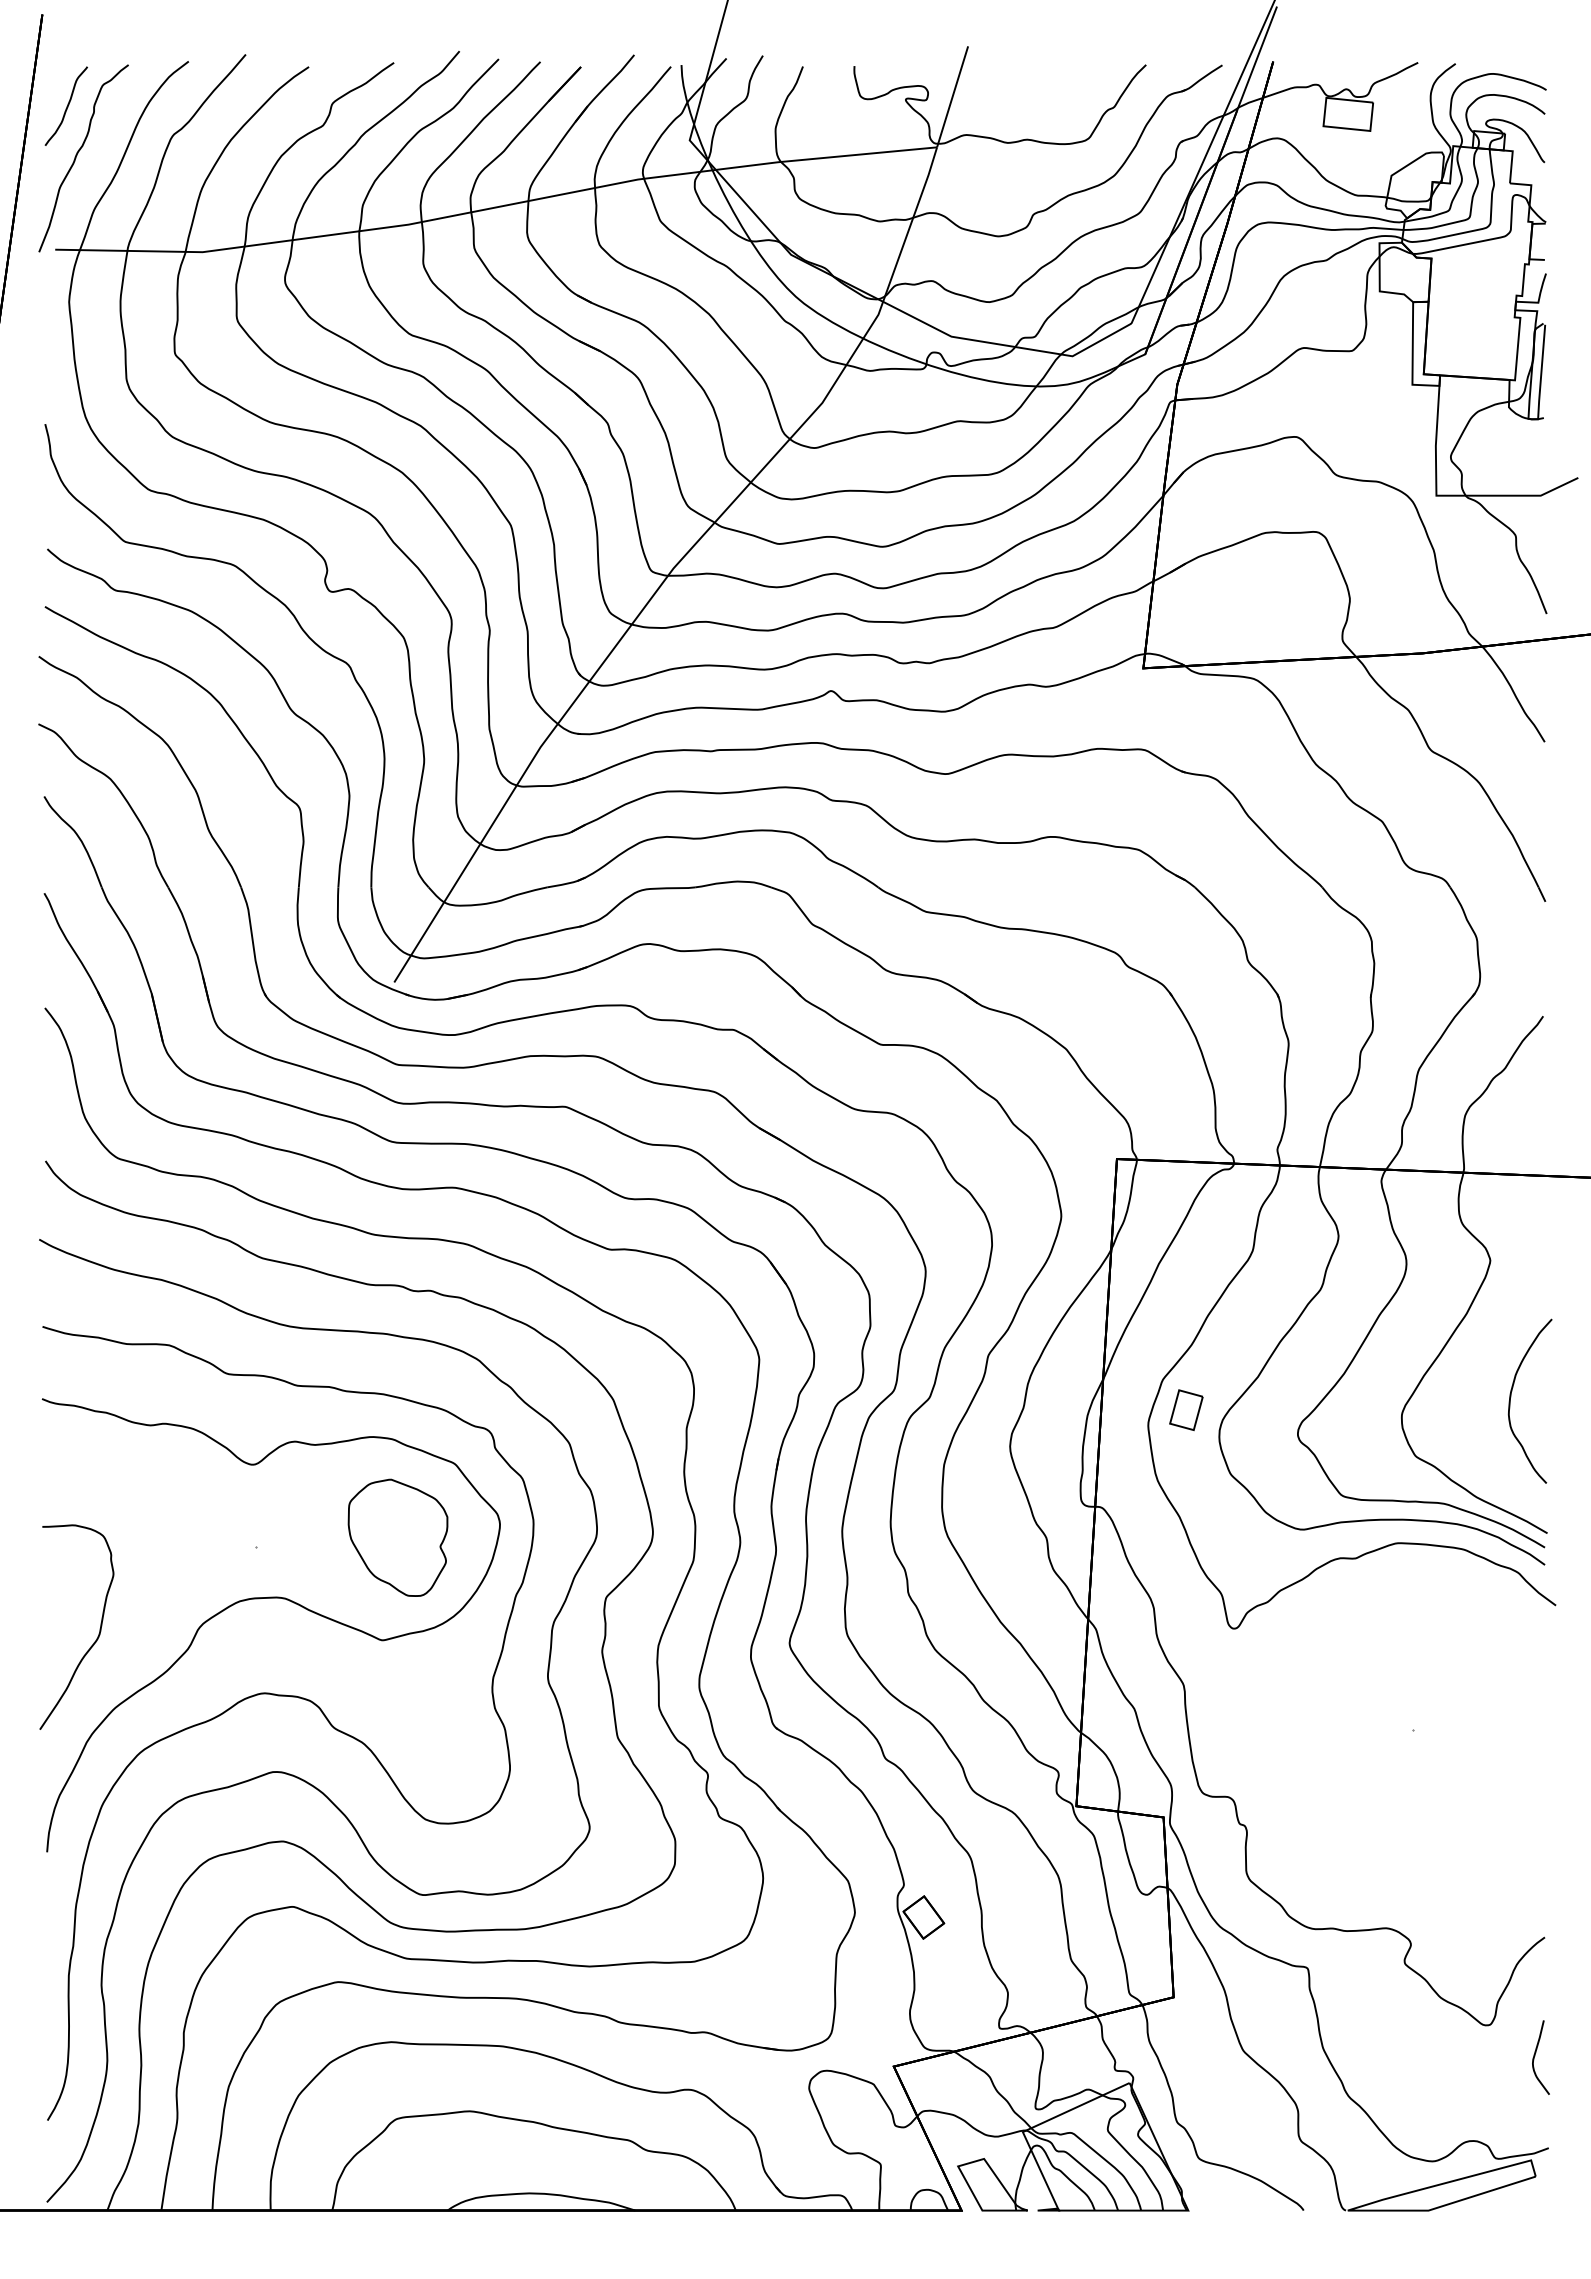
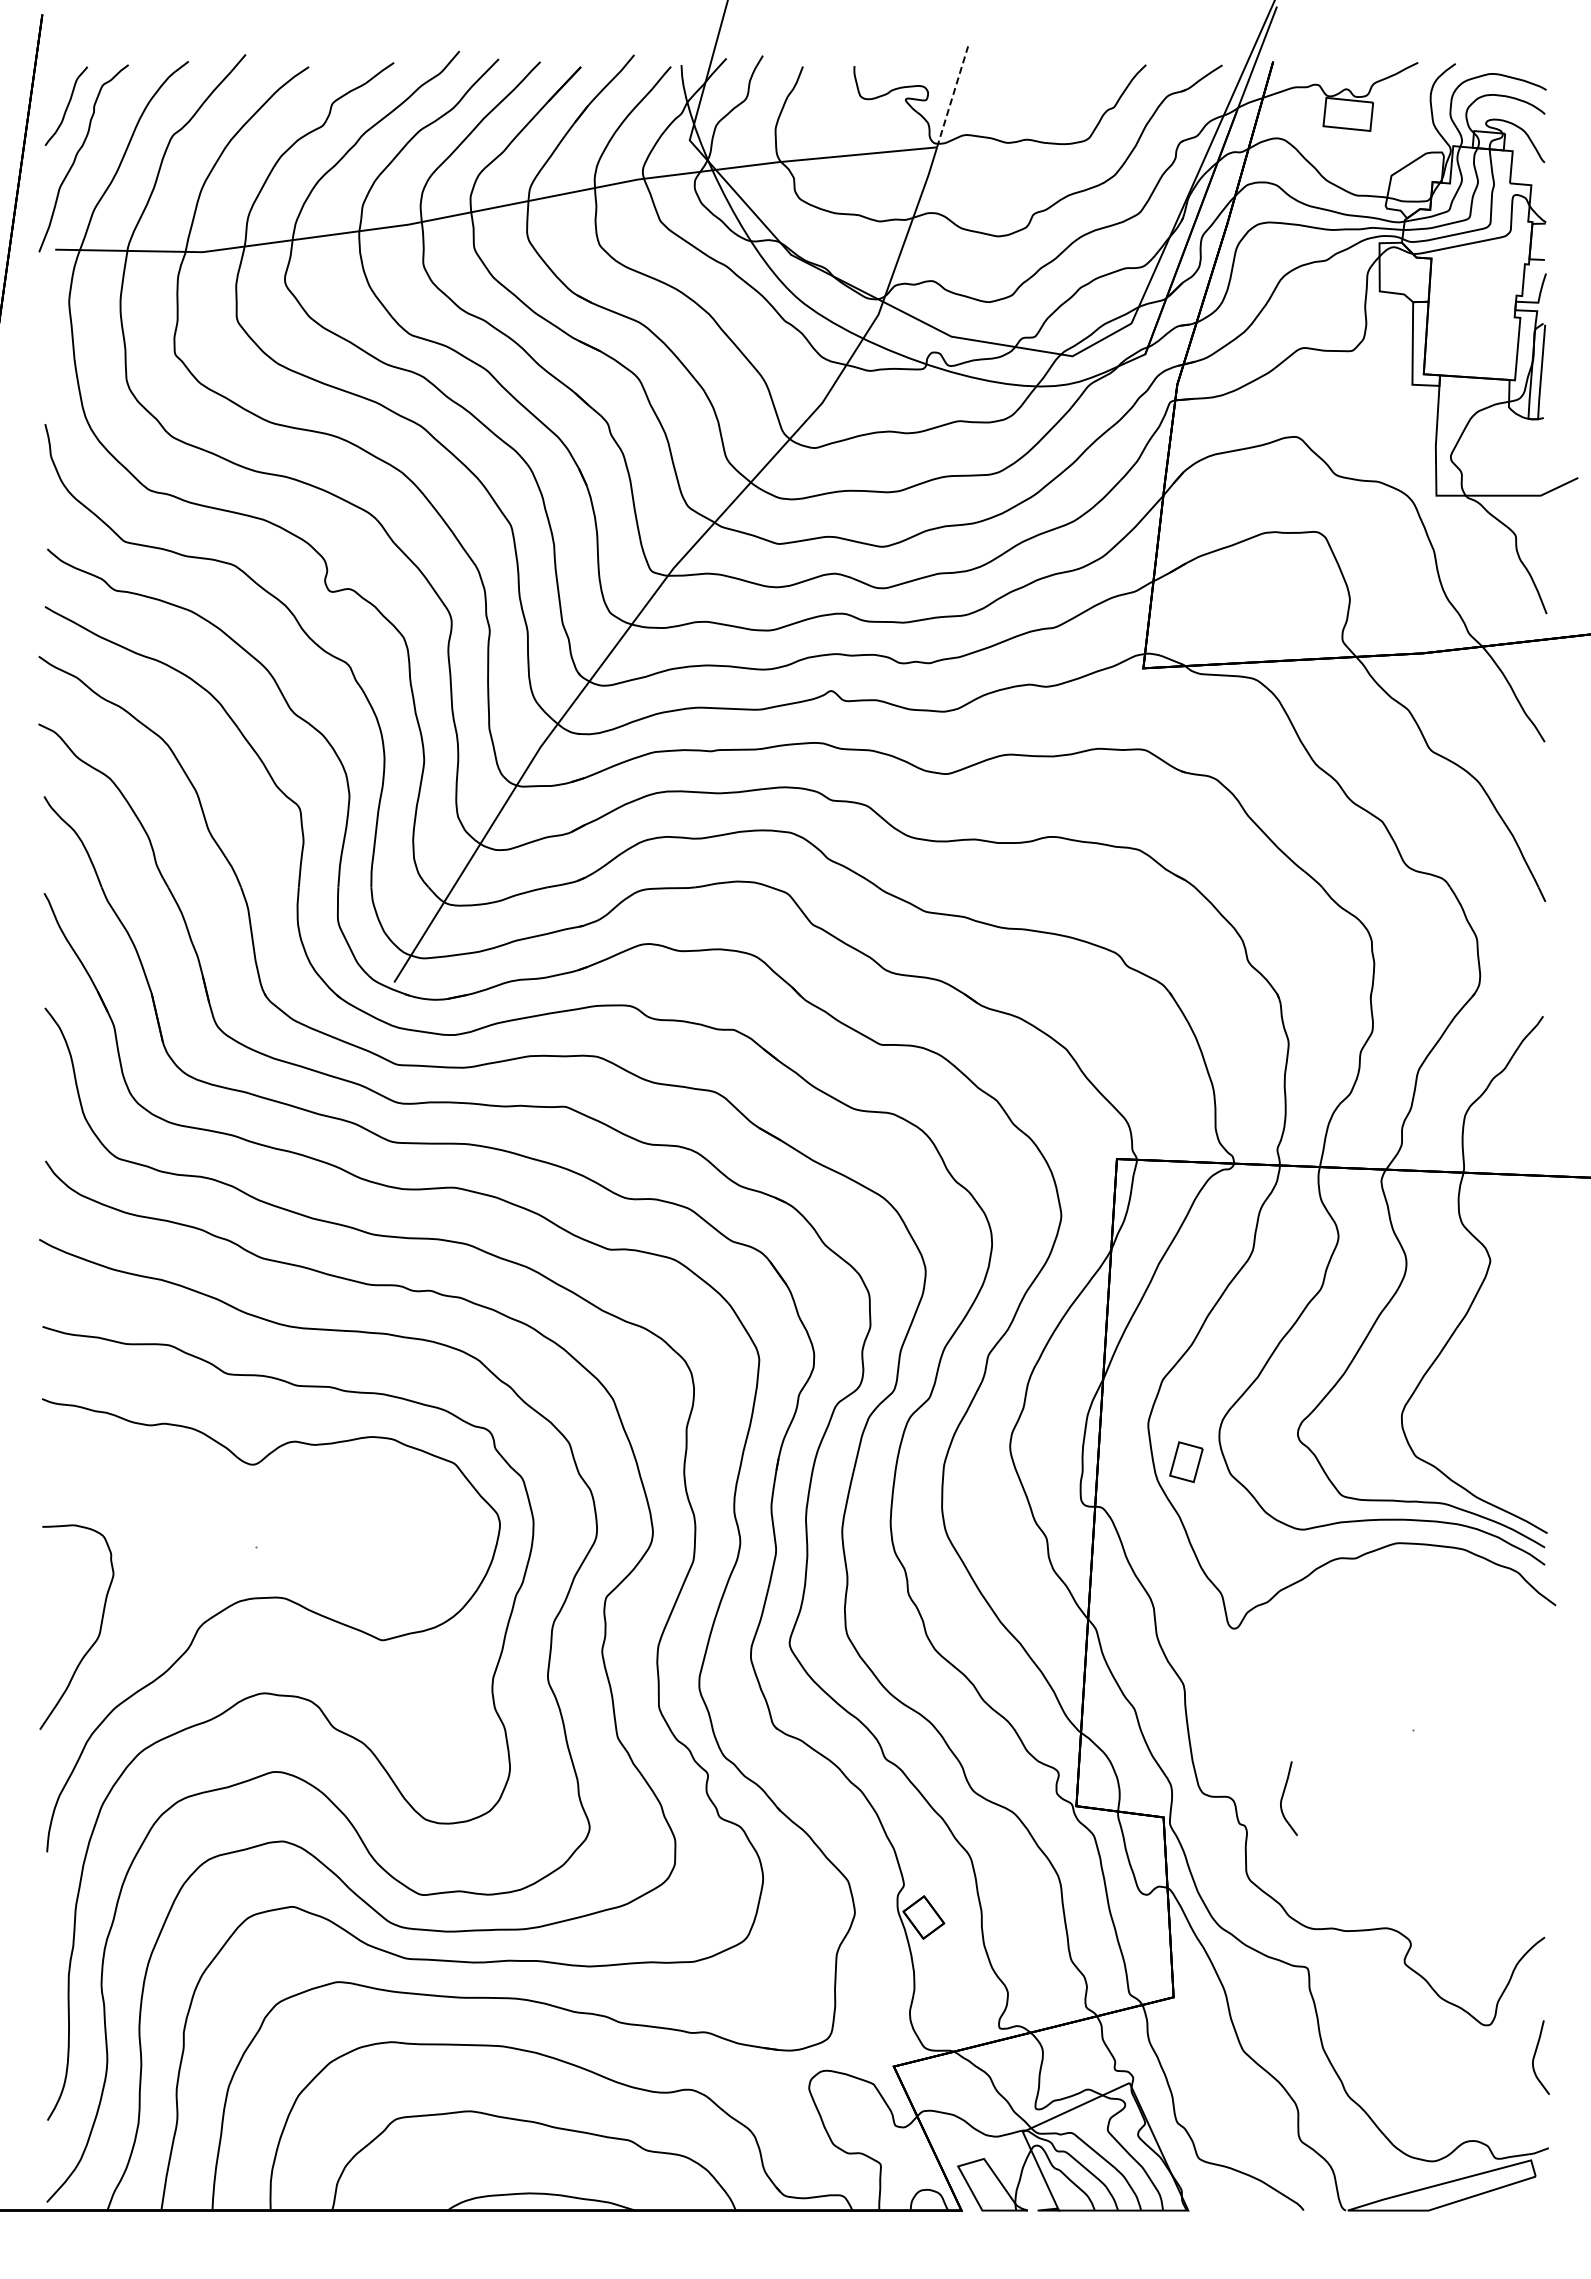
line at (952, 96): solid -> dashed
curve at (1511, 1397): present -> none
part at (1186, 1410) position: (1186, 1410) -> (1186, 1462)
part at (397, 1537): present -> none
curve at (1283, 1797): none -> present
